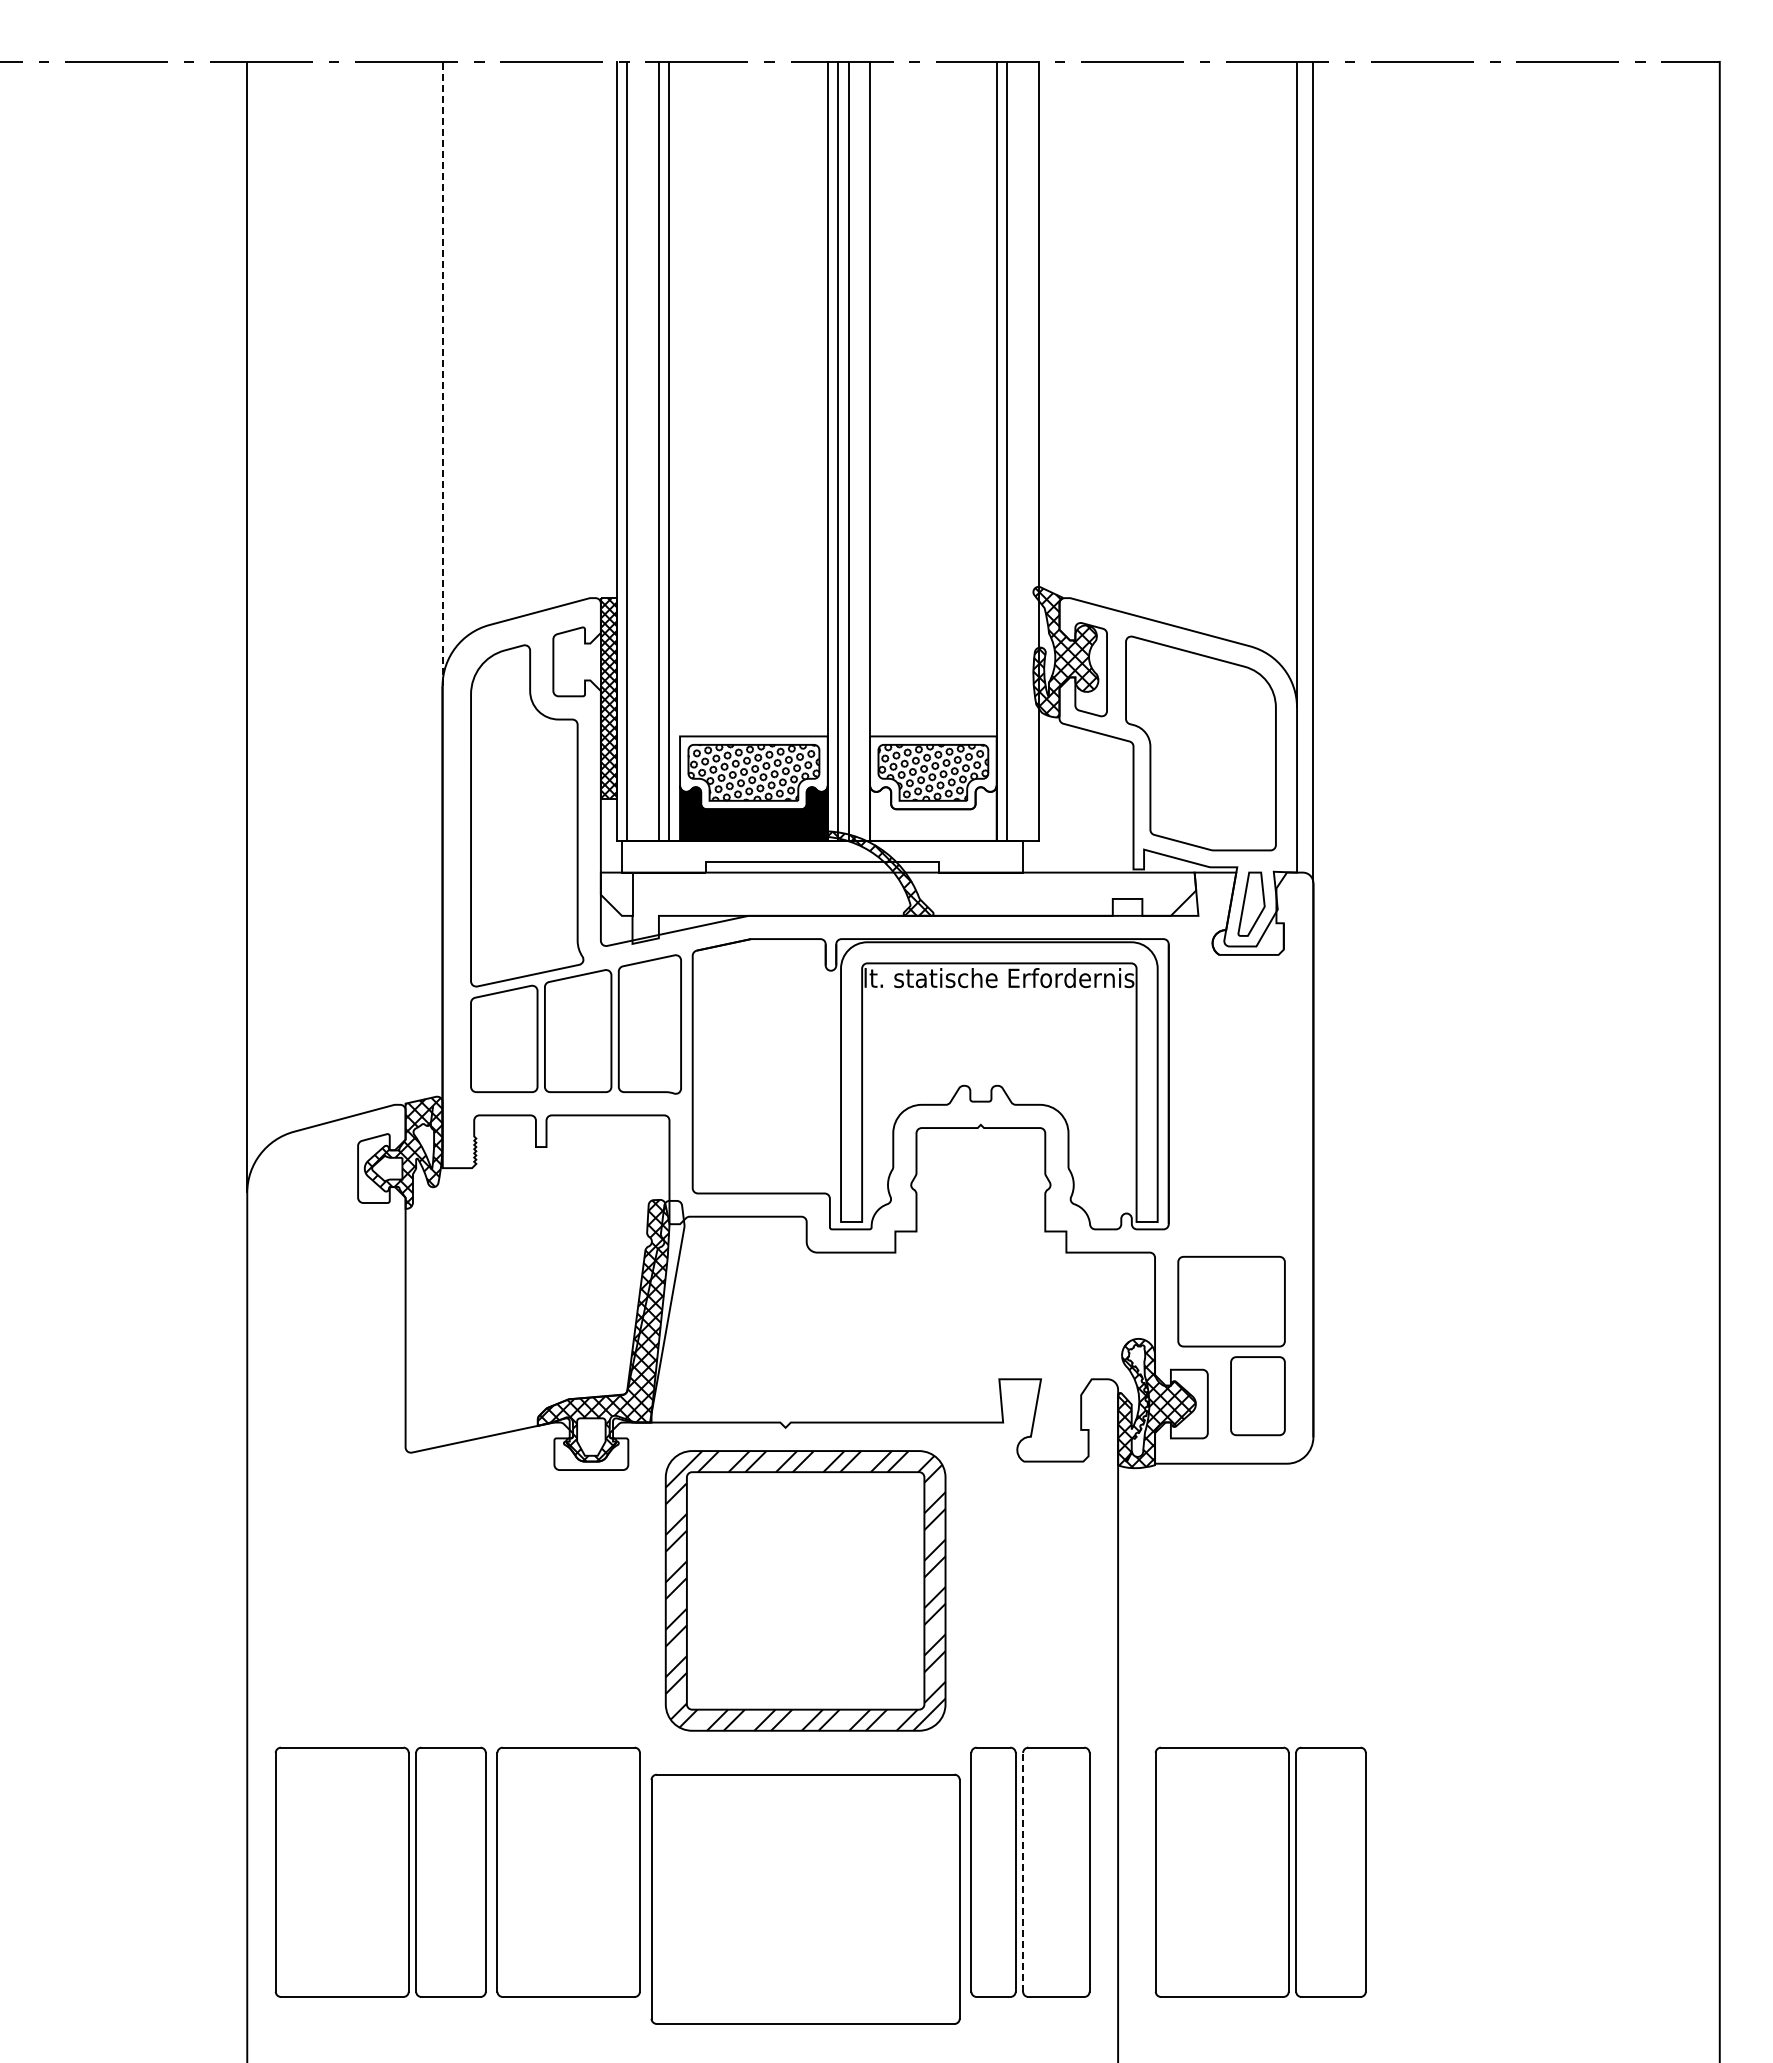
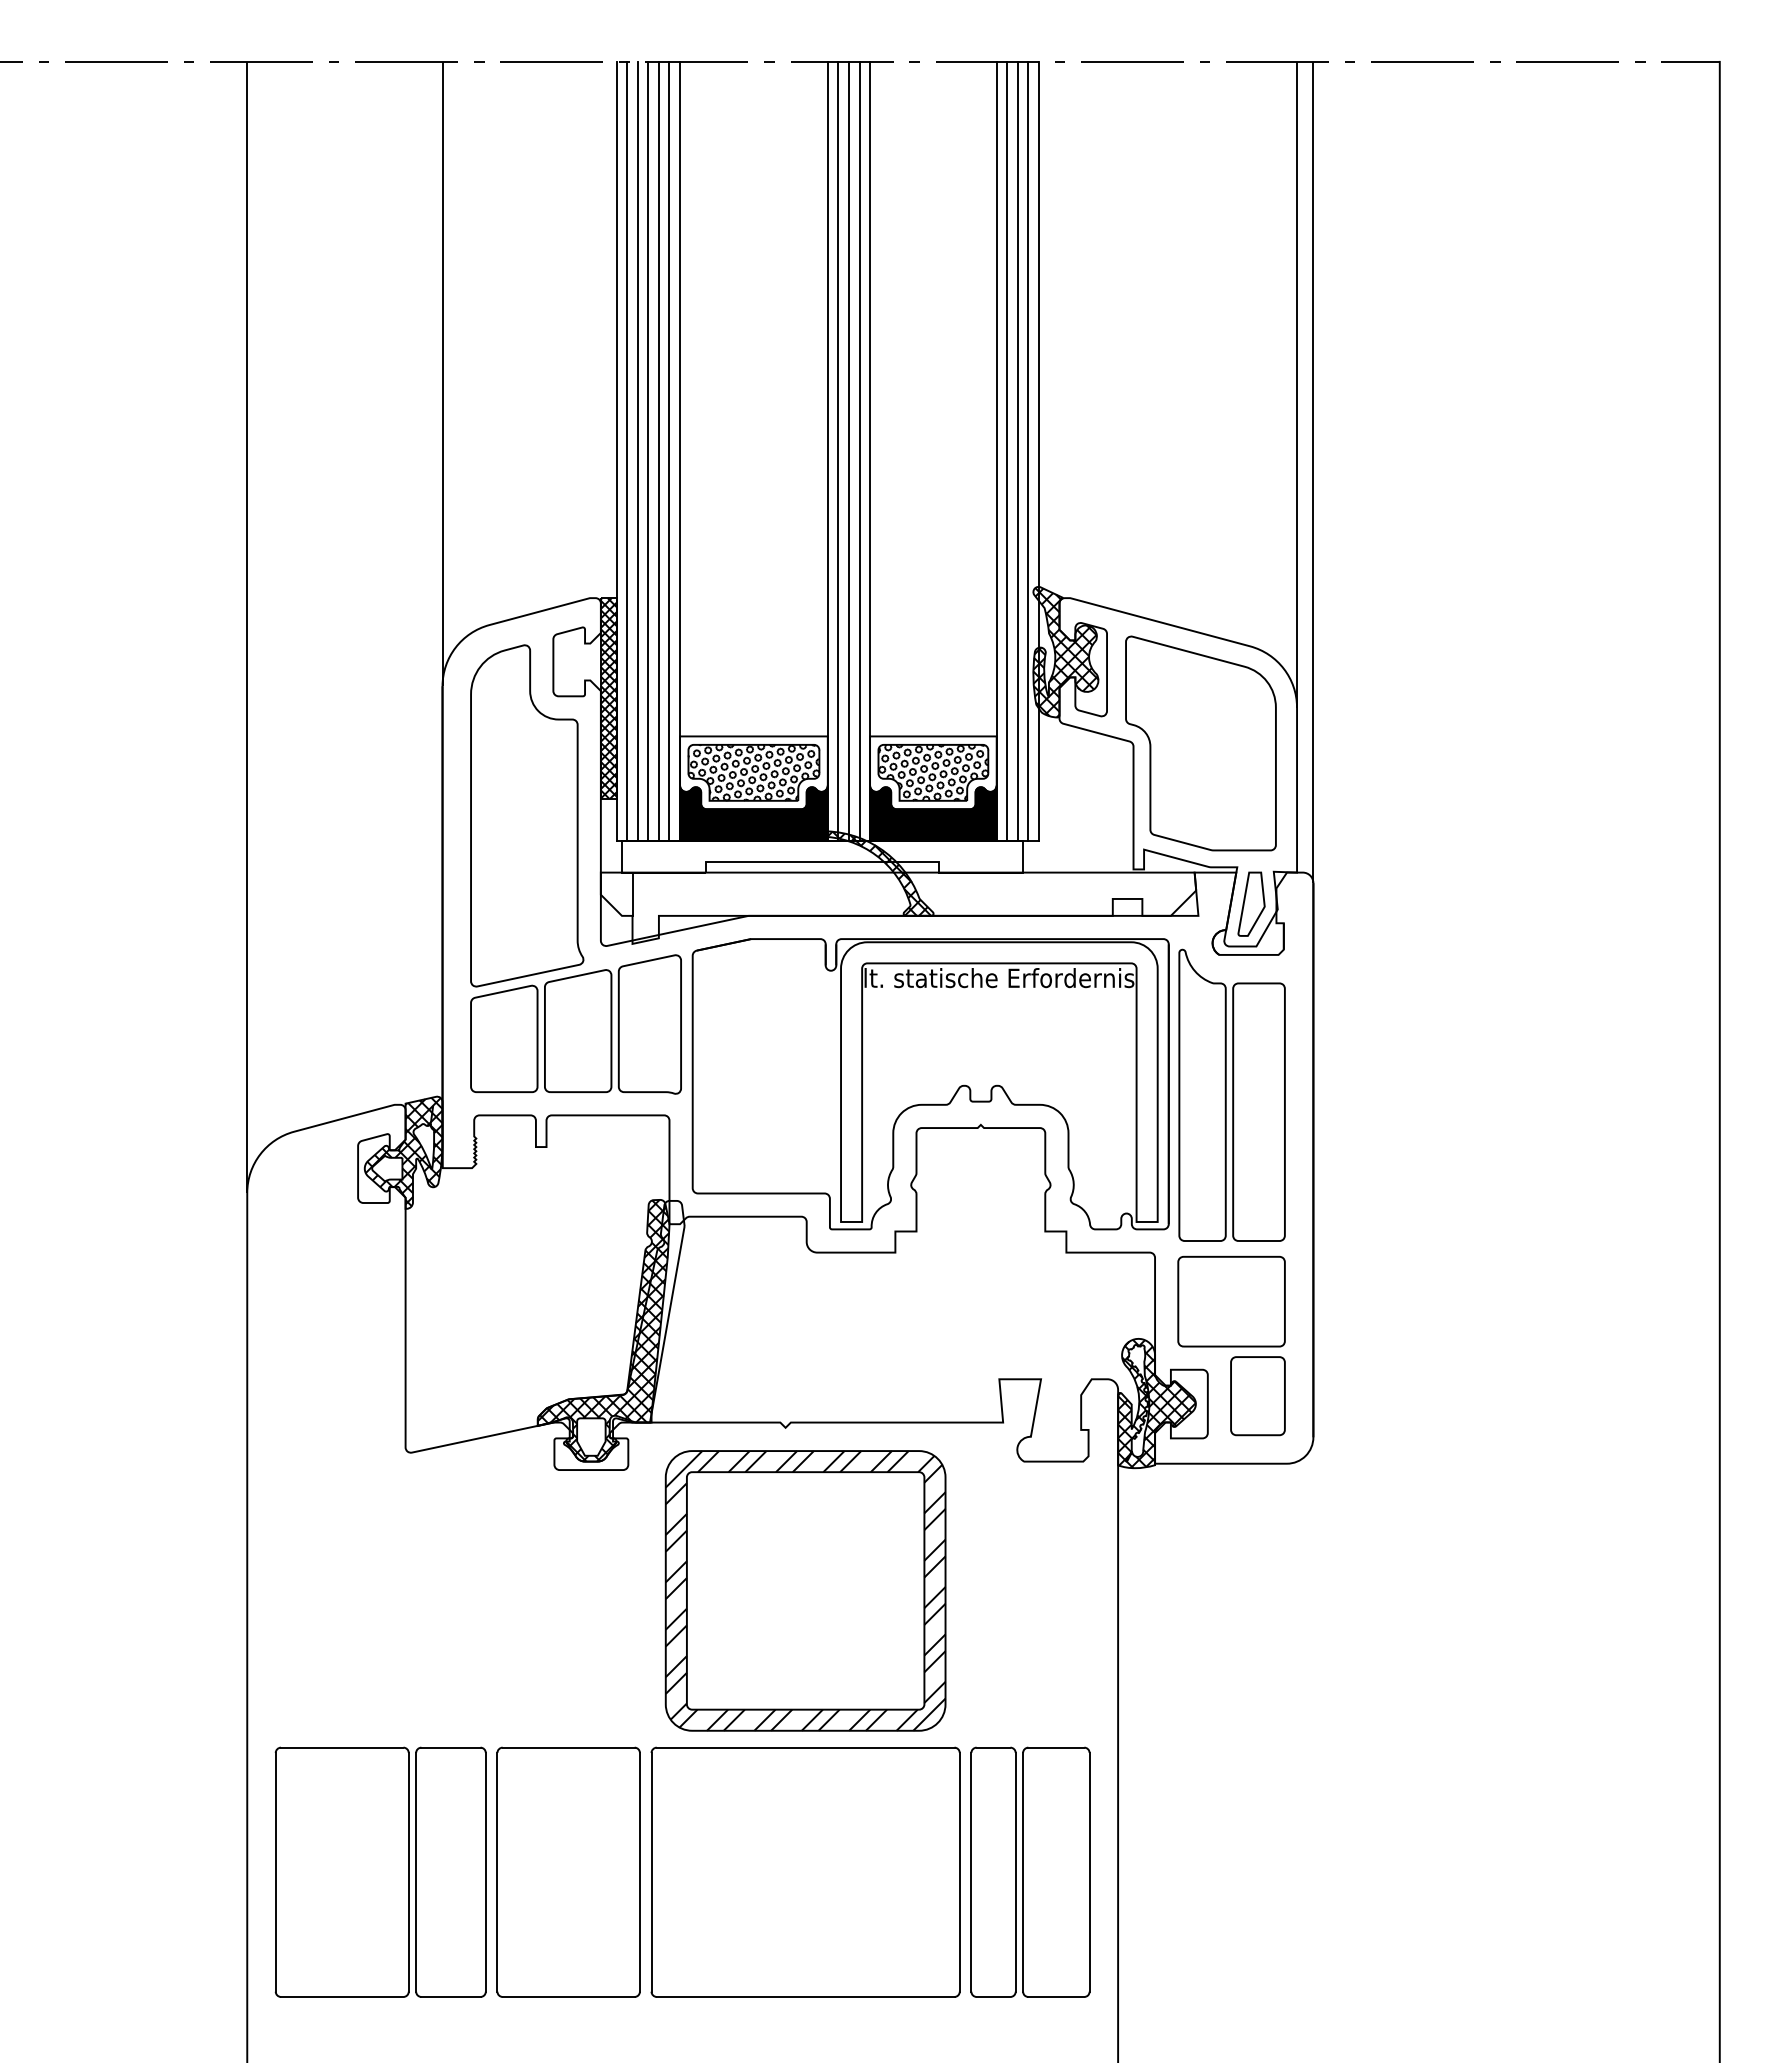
line at (442, 373): dashed -> solid
line at (637, 450): none -> present
line at (648, 450): none -> present
line at (680, 450): none -> present
line at (859, 450): none -> present
line at (1017, 450): none -> present
line at (1028, 450): none -> present
fill at (933, 812): none -> present
part at (1231, 1094): none -> present
line at (1023, 1871): dashed -> solid
part at (1260, 1871): present -> none
part at (805, 1898) position: (805, 1898) -> (805, 1871)
